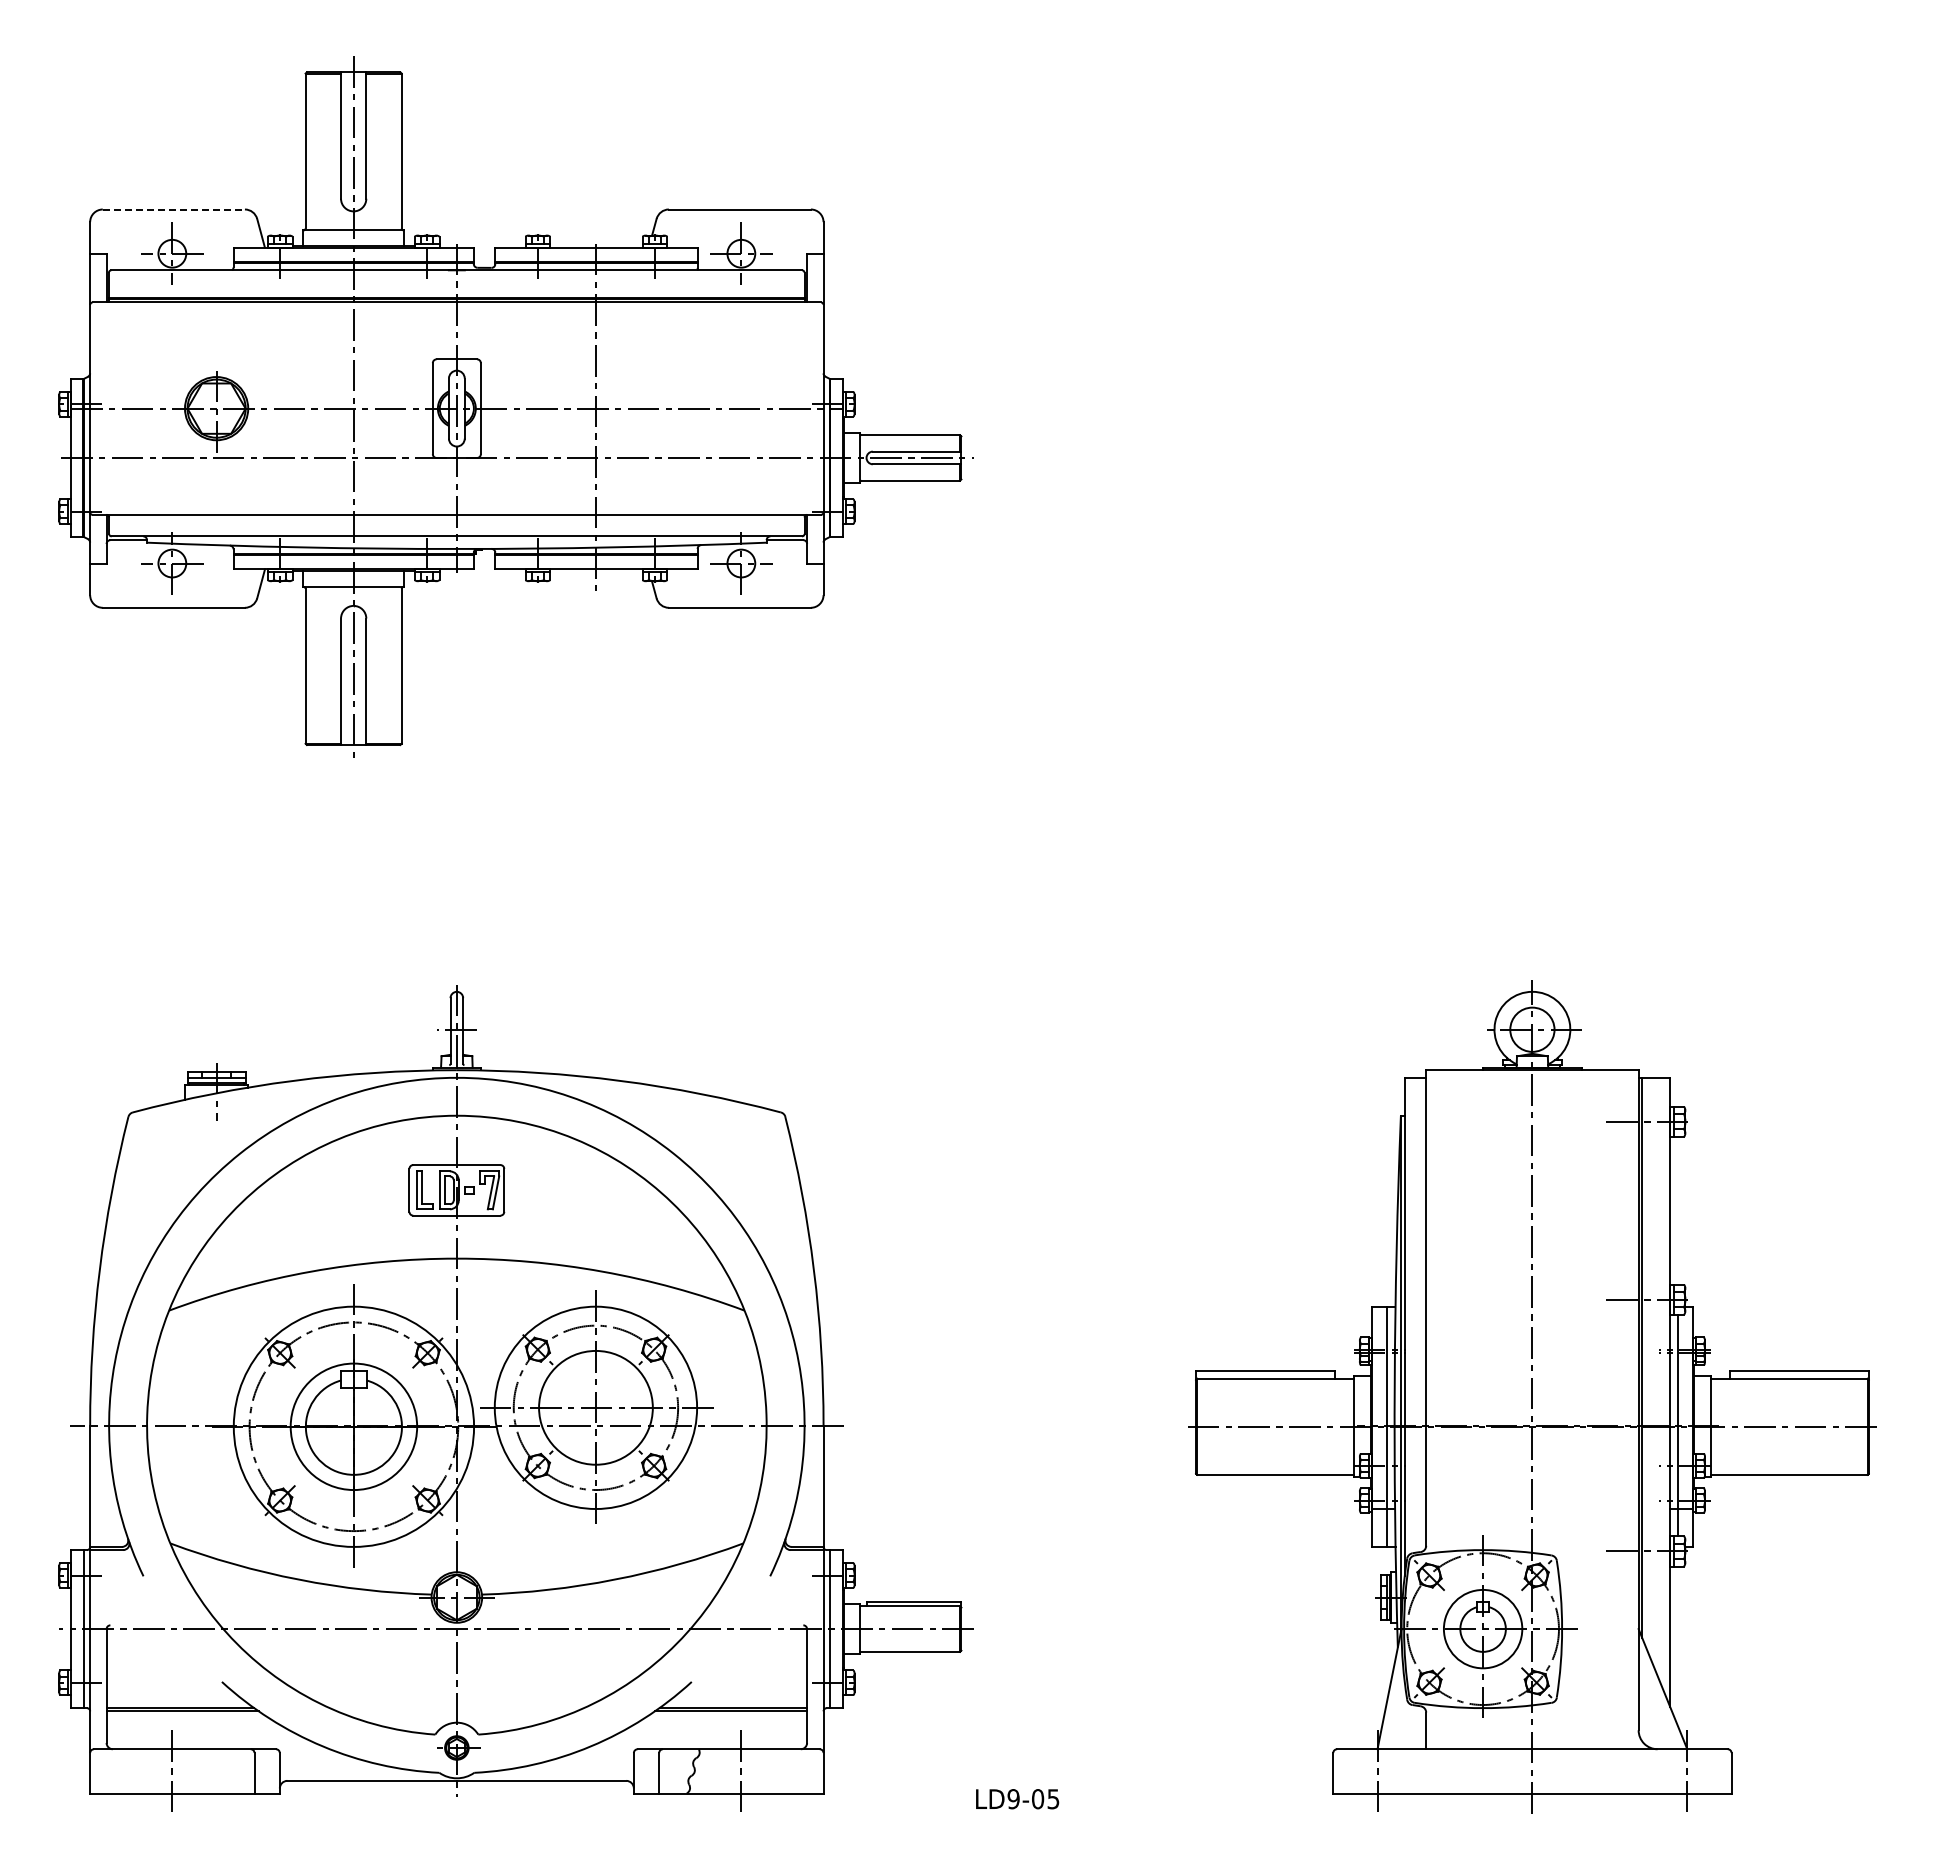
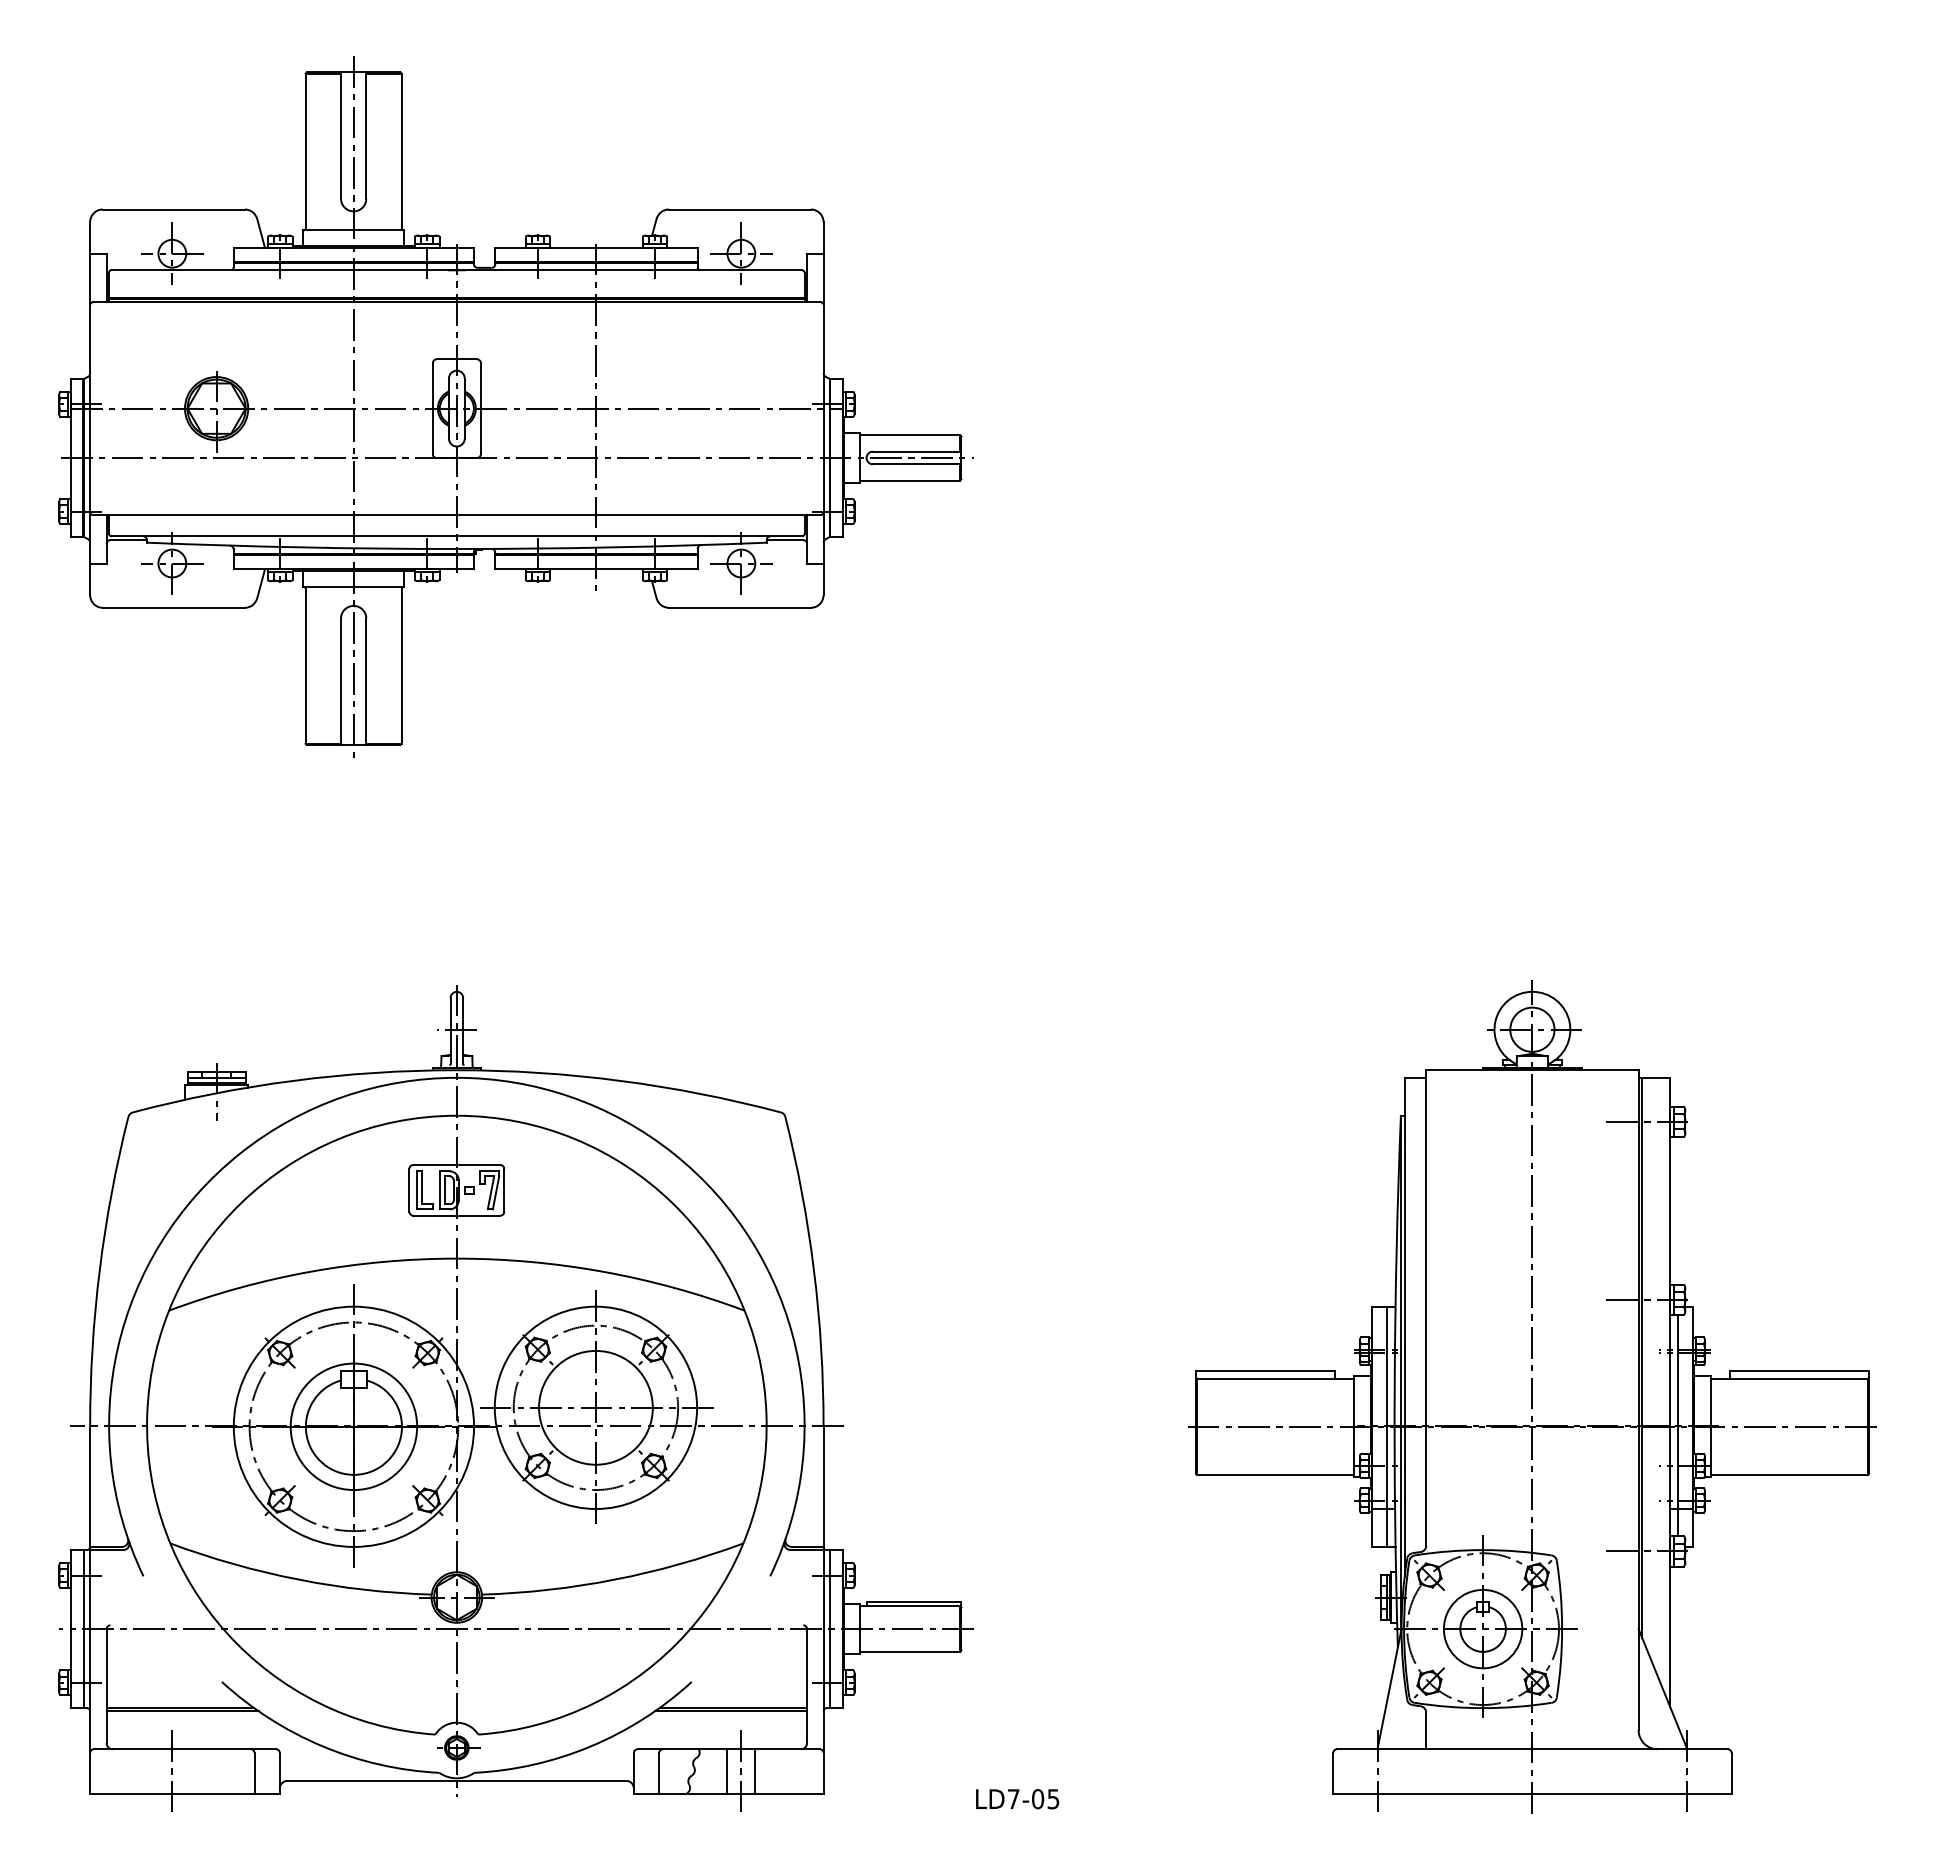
line at (174, 209): dashed -> solid
line at (727, 1771): none -> present
line at (755, 1771): none -> present
text at (1013, 1799): LD9-05 -> LD7-05
